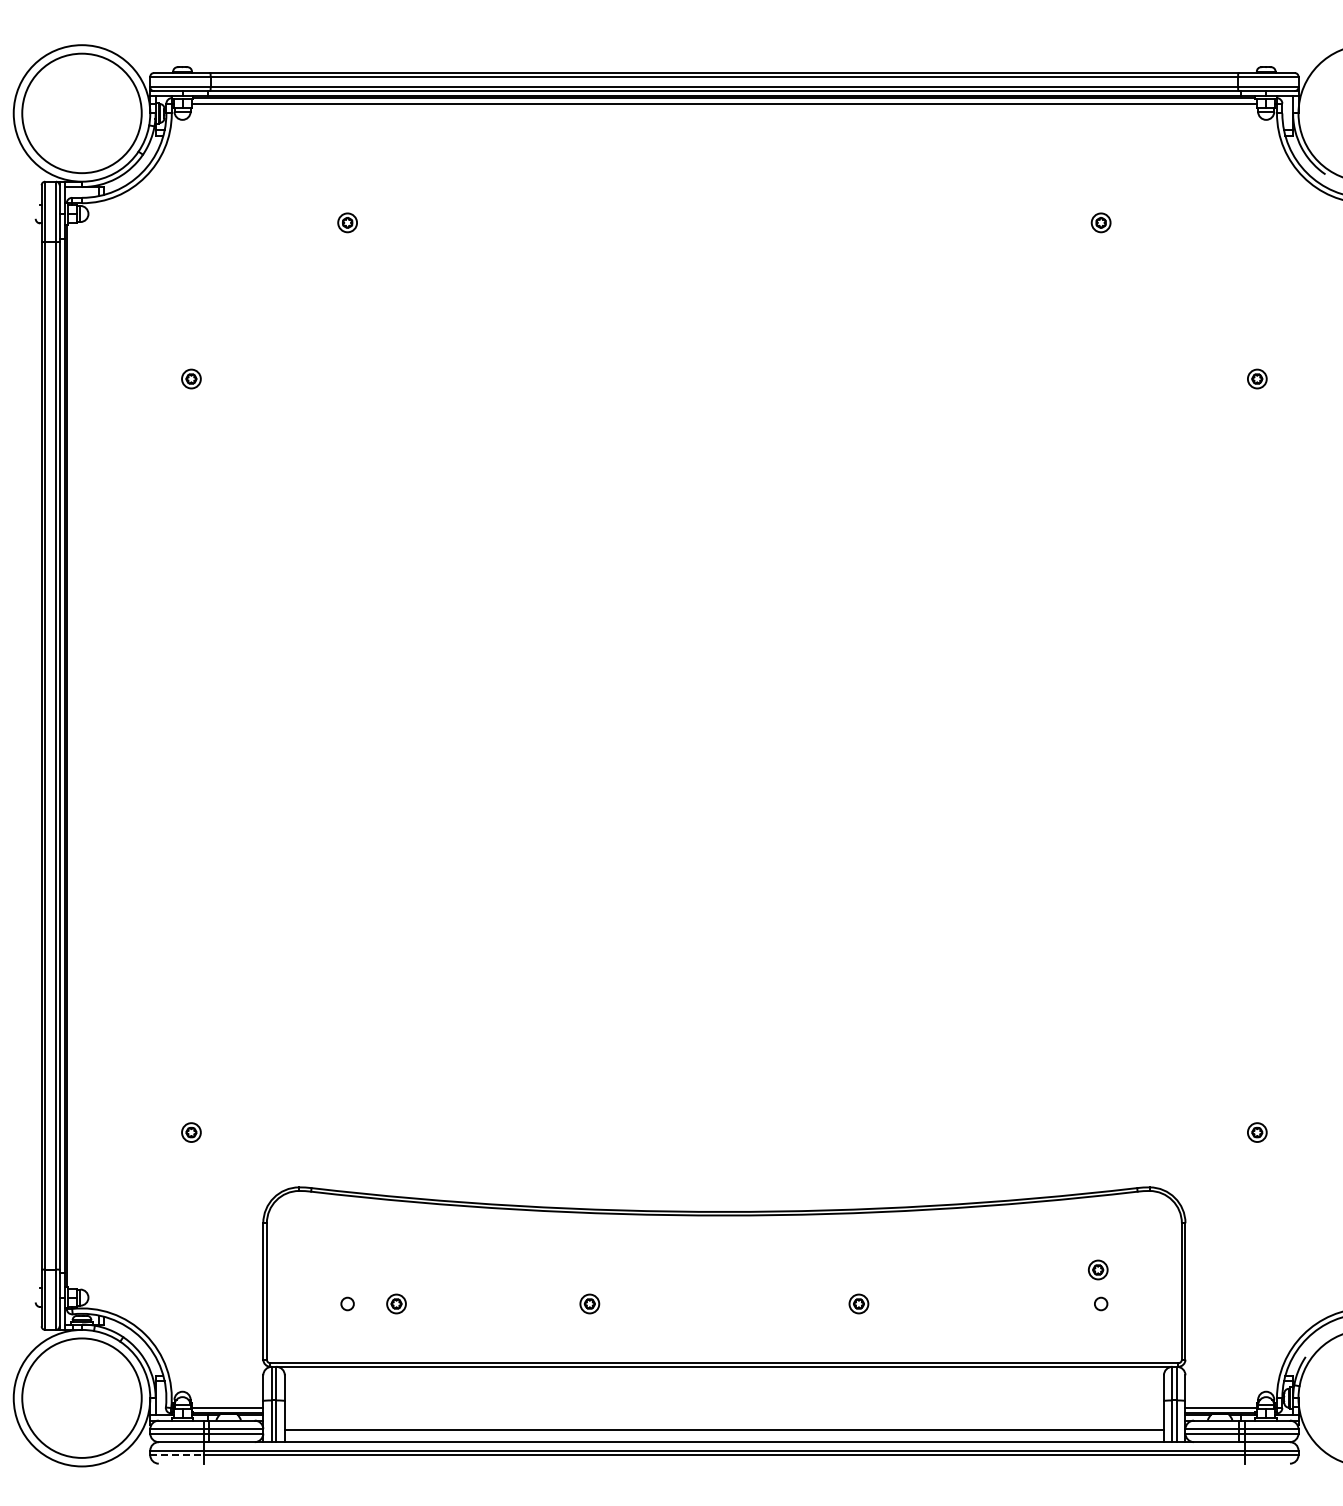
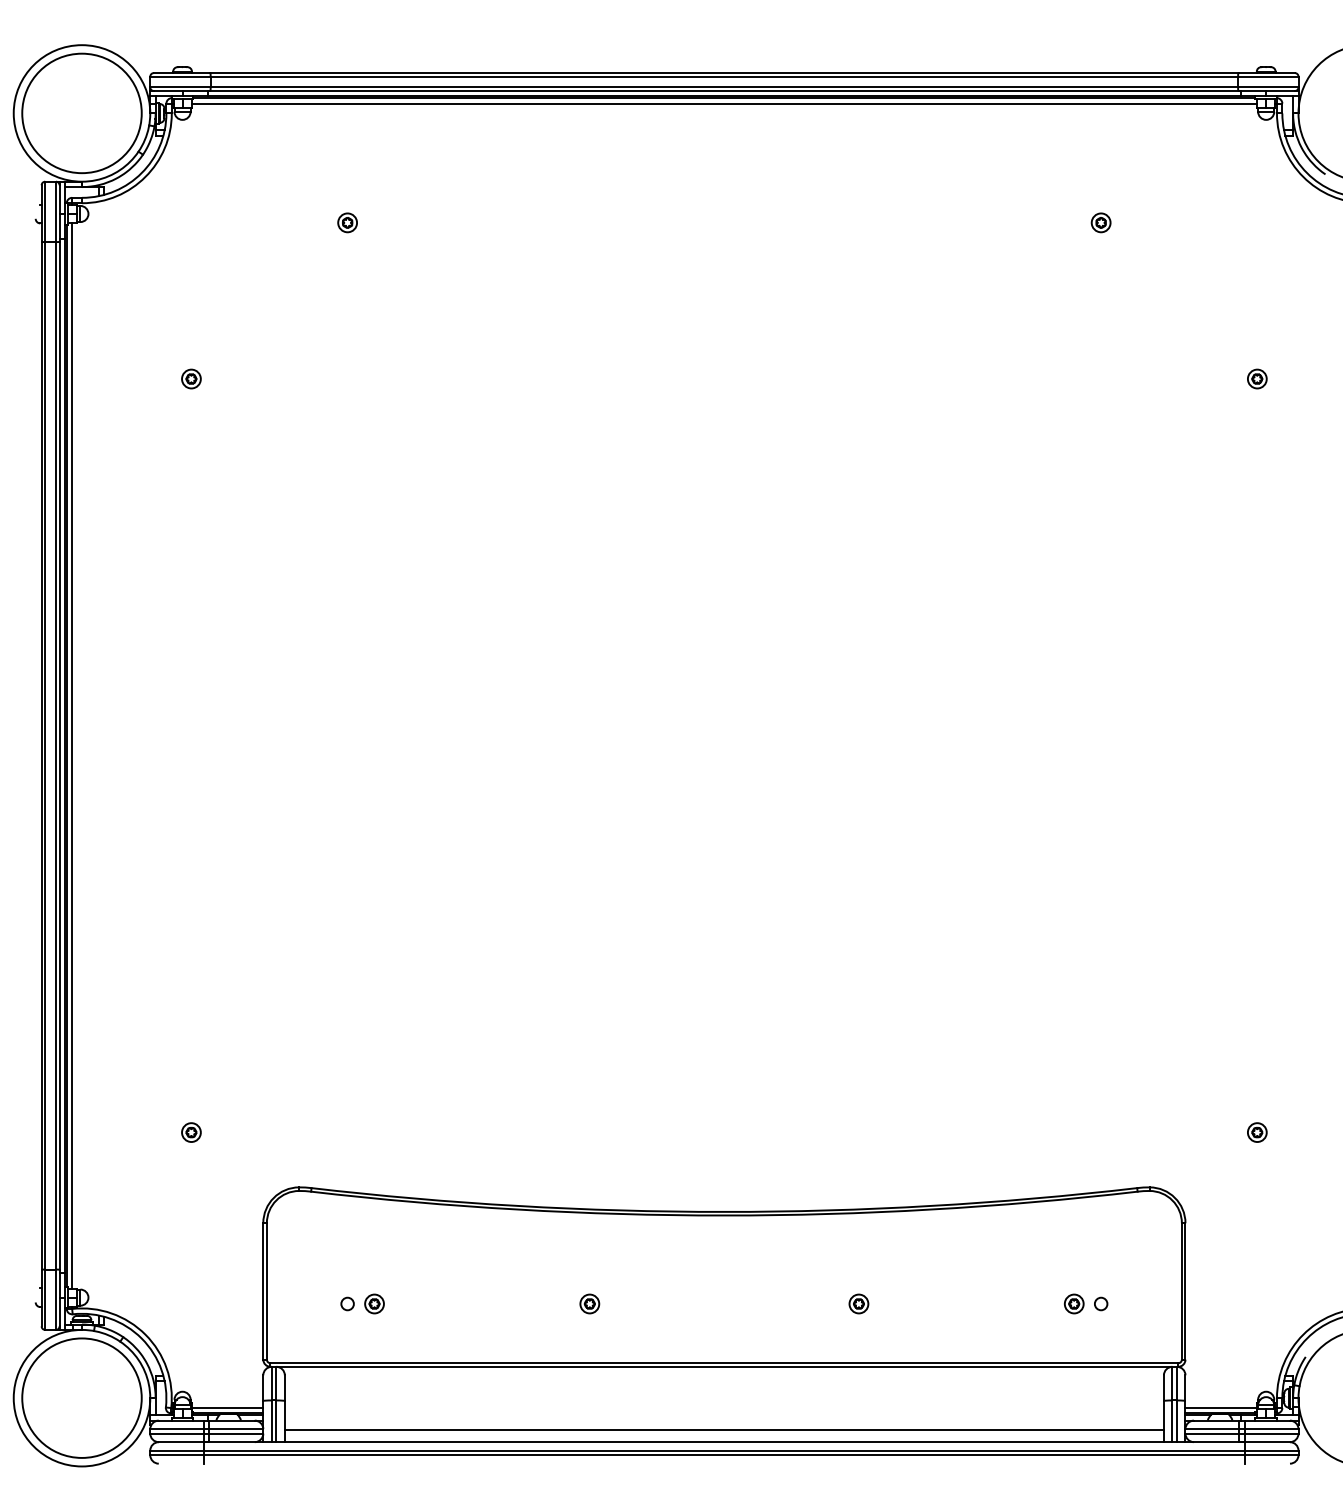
line at (72, 755): none -> present
part at (1098, 1269) position: (1098, 1269) -> (1074, 1303)
part at (396, 1303) position: (396, 1303) -> (374, 1303)
line at (177, 1455): dashed -> solid
